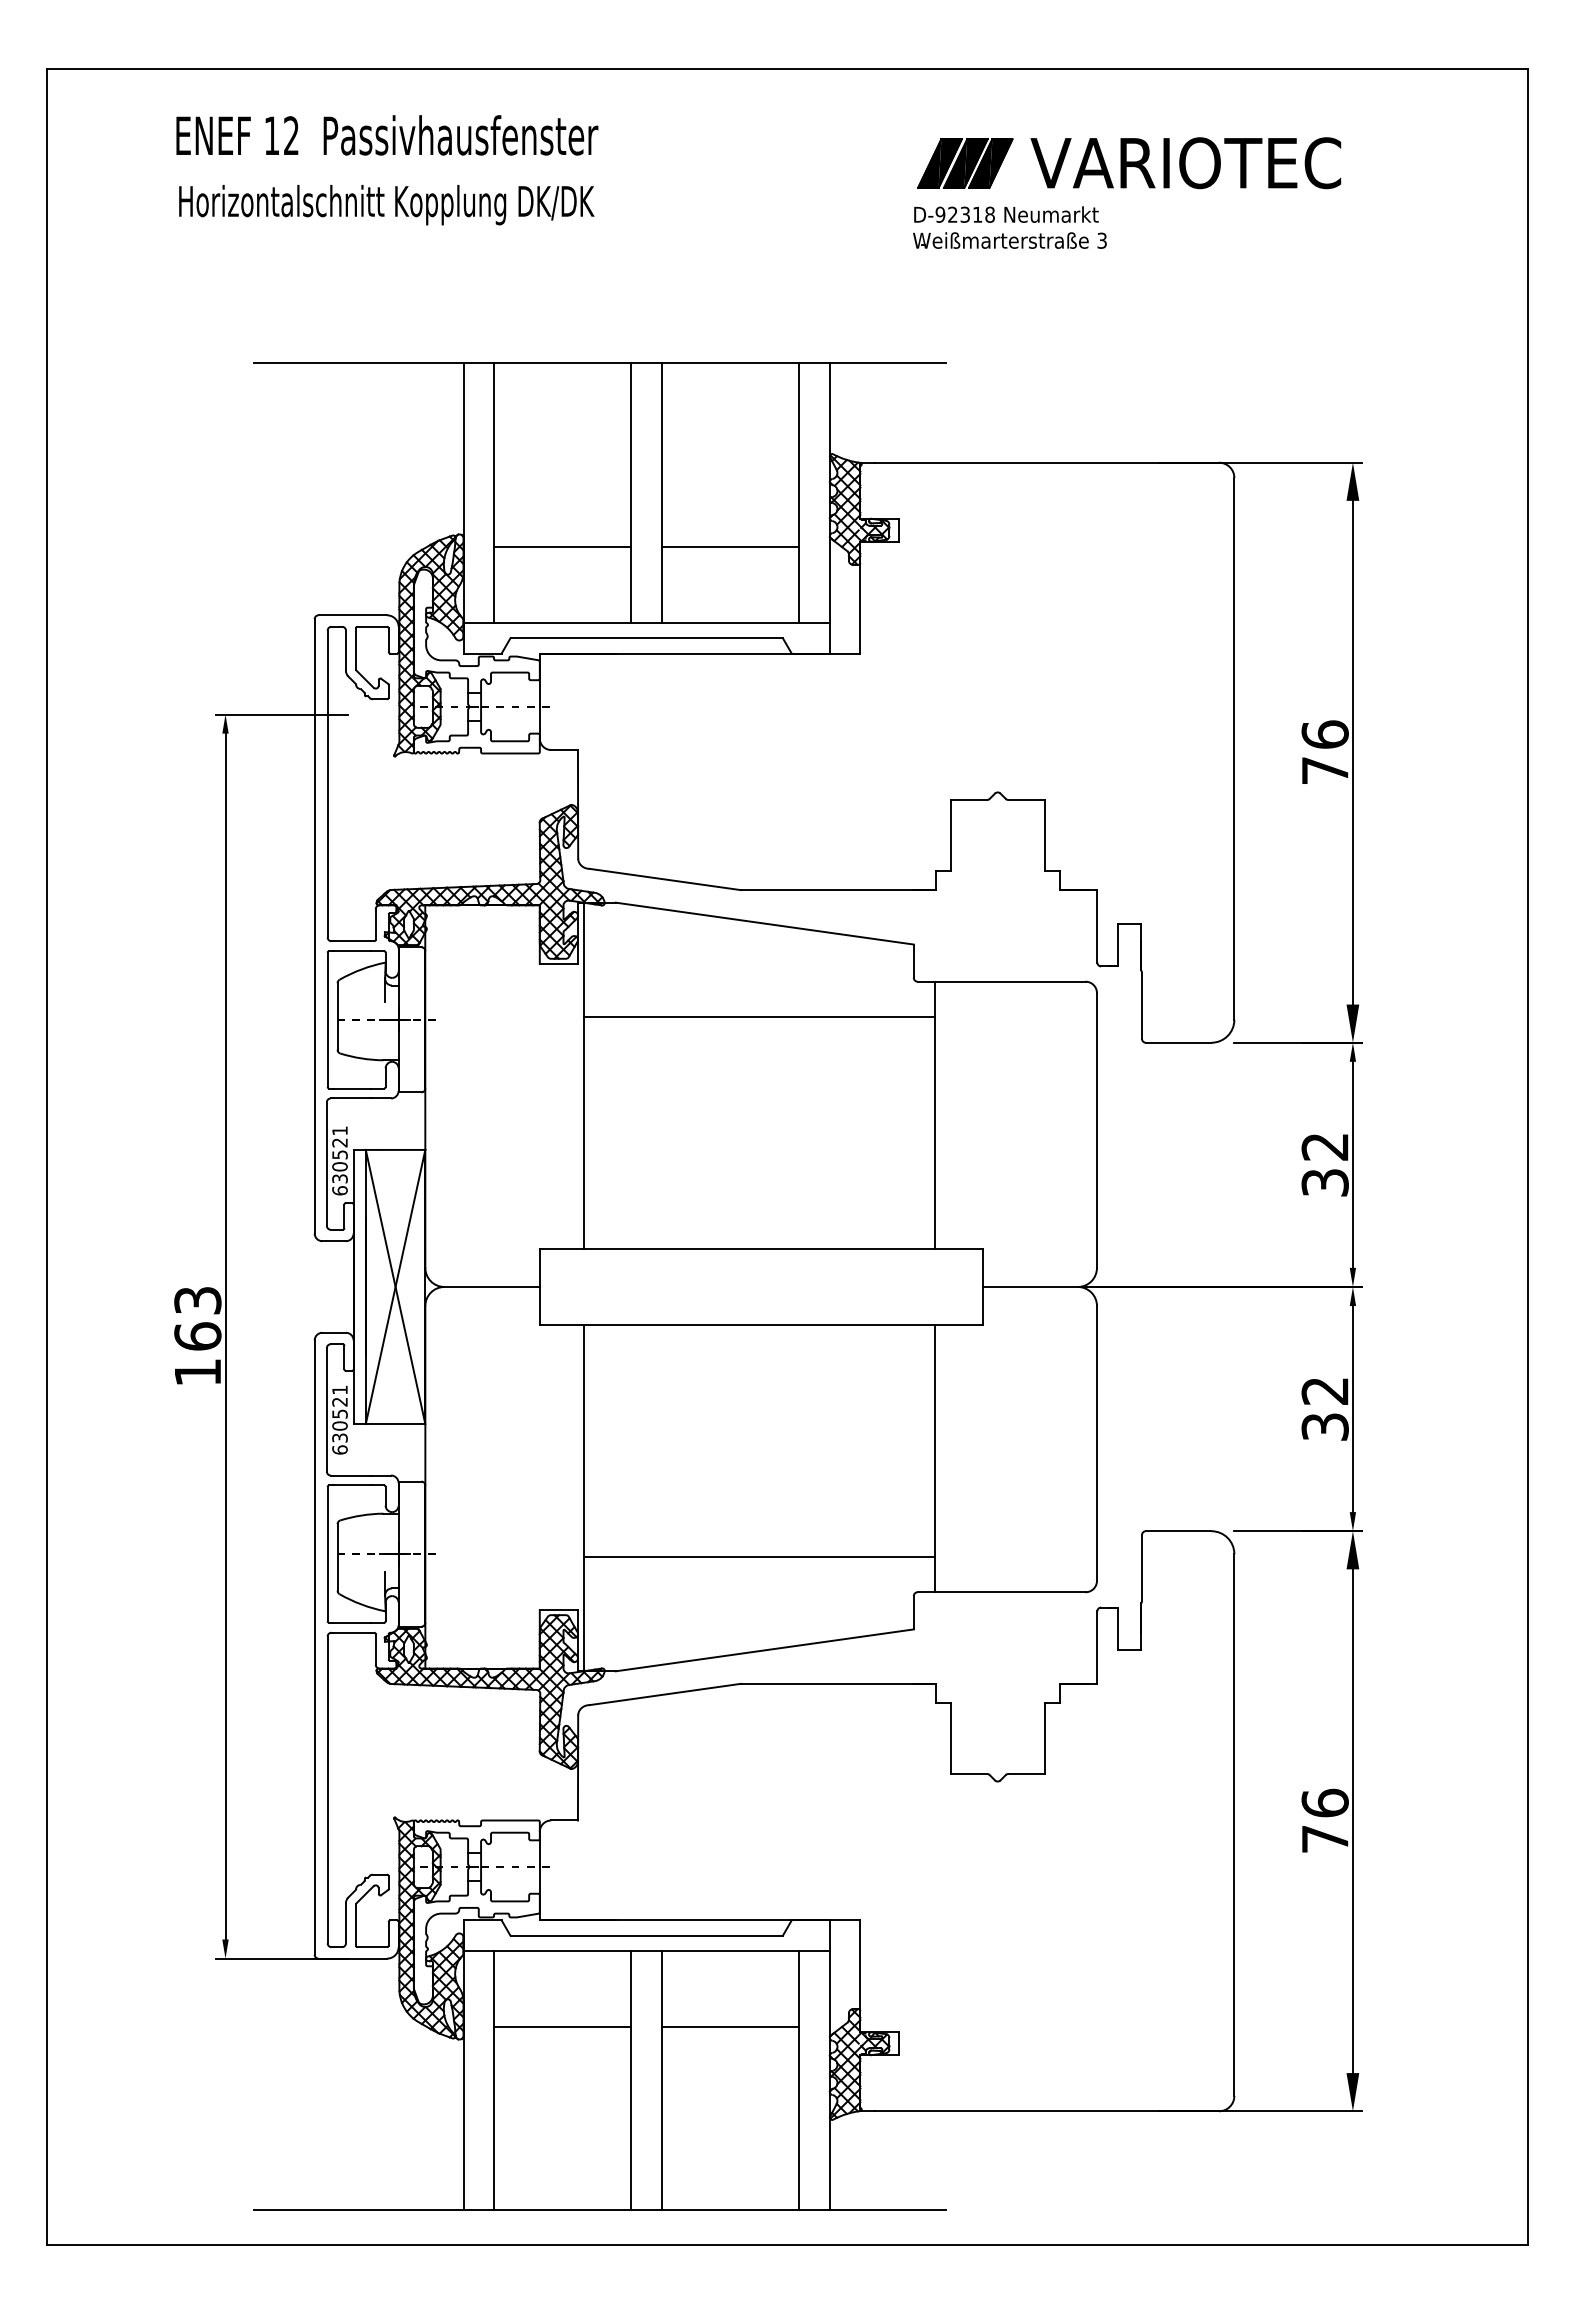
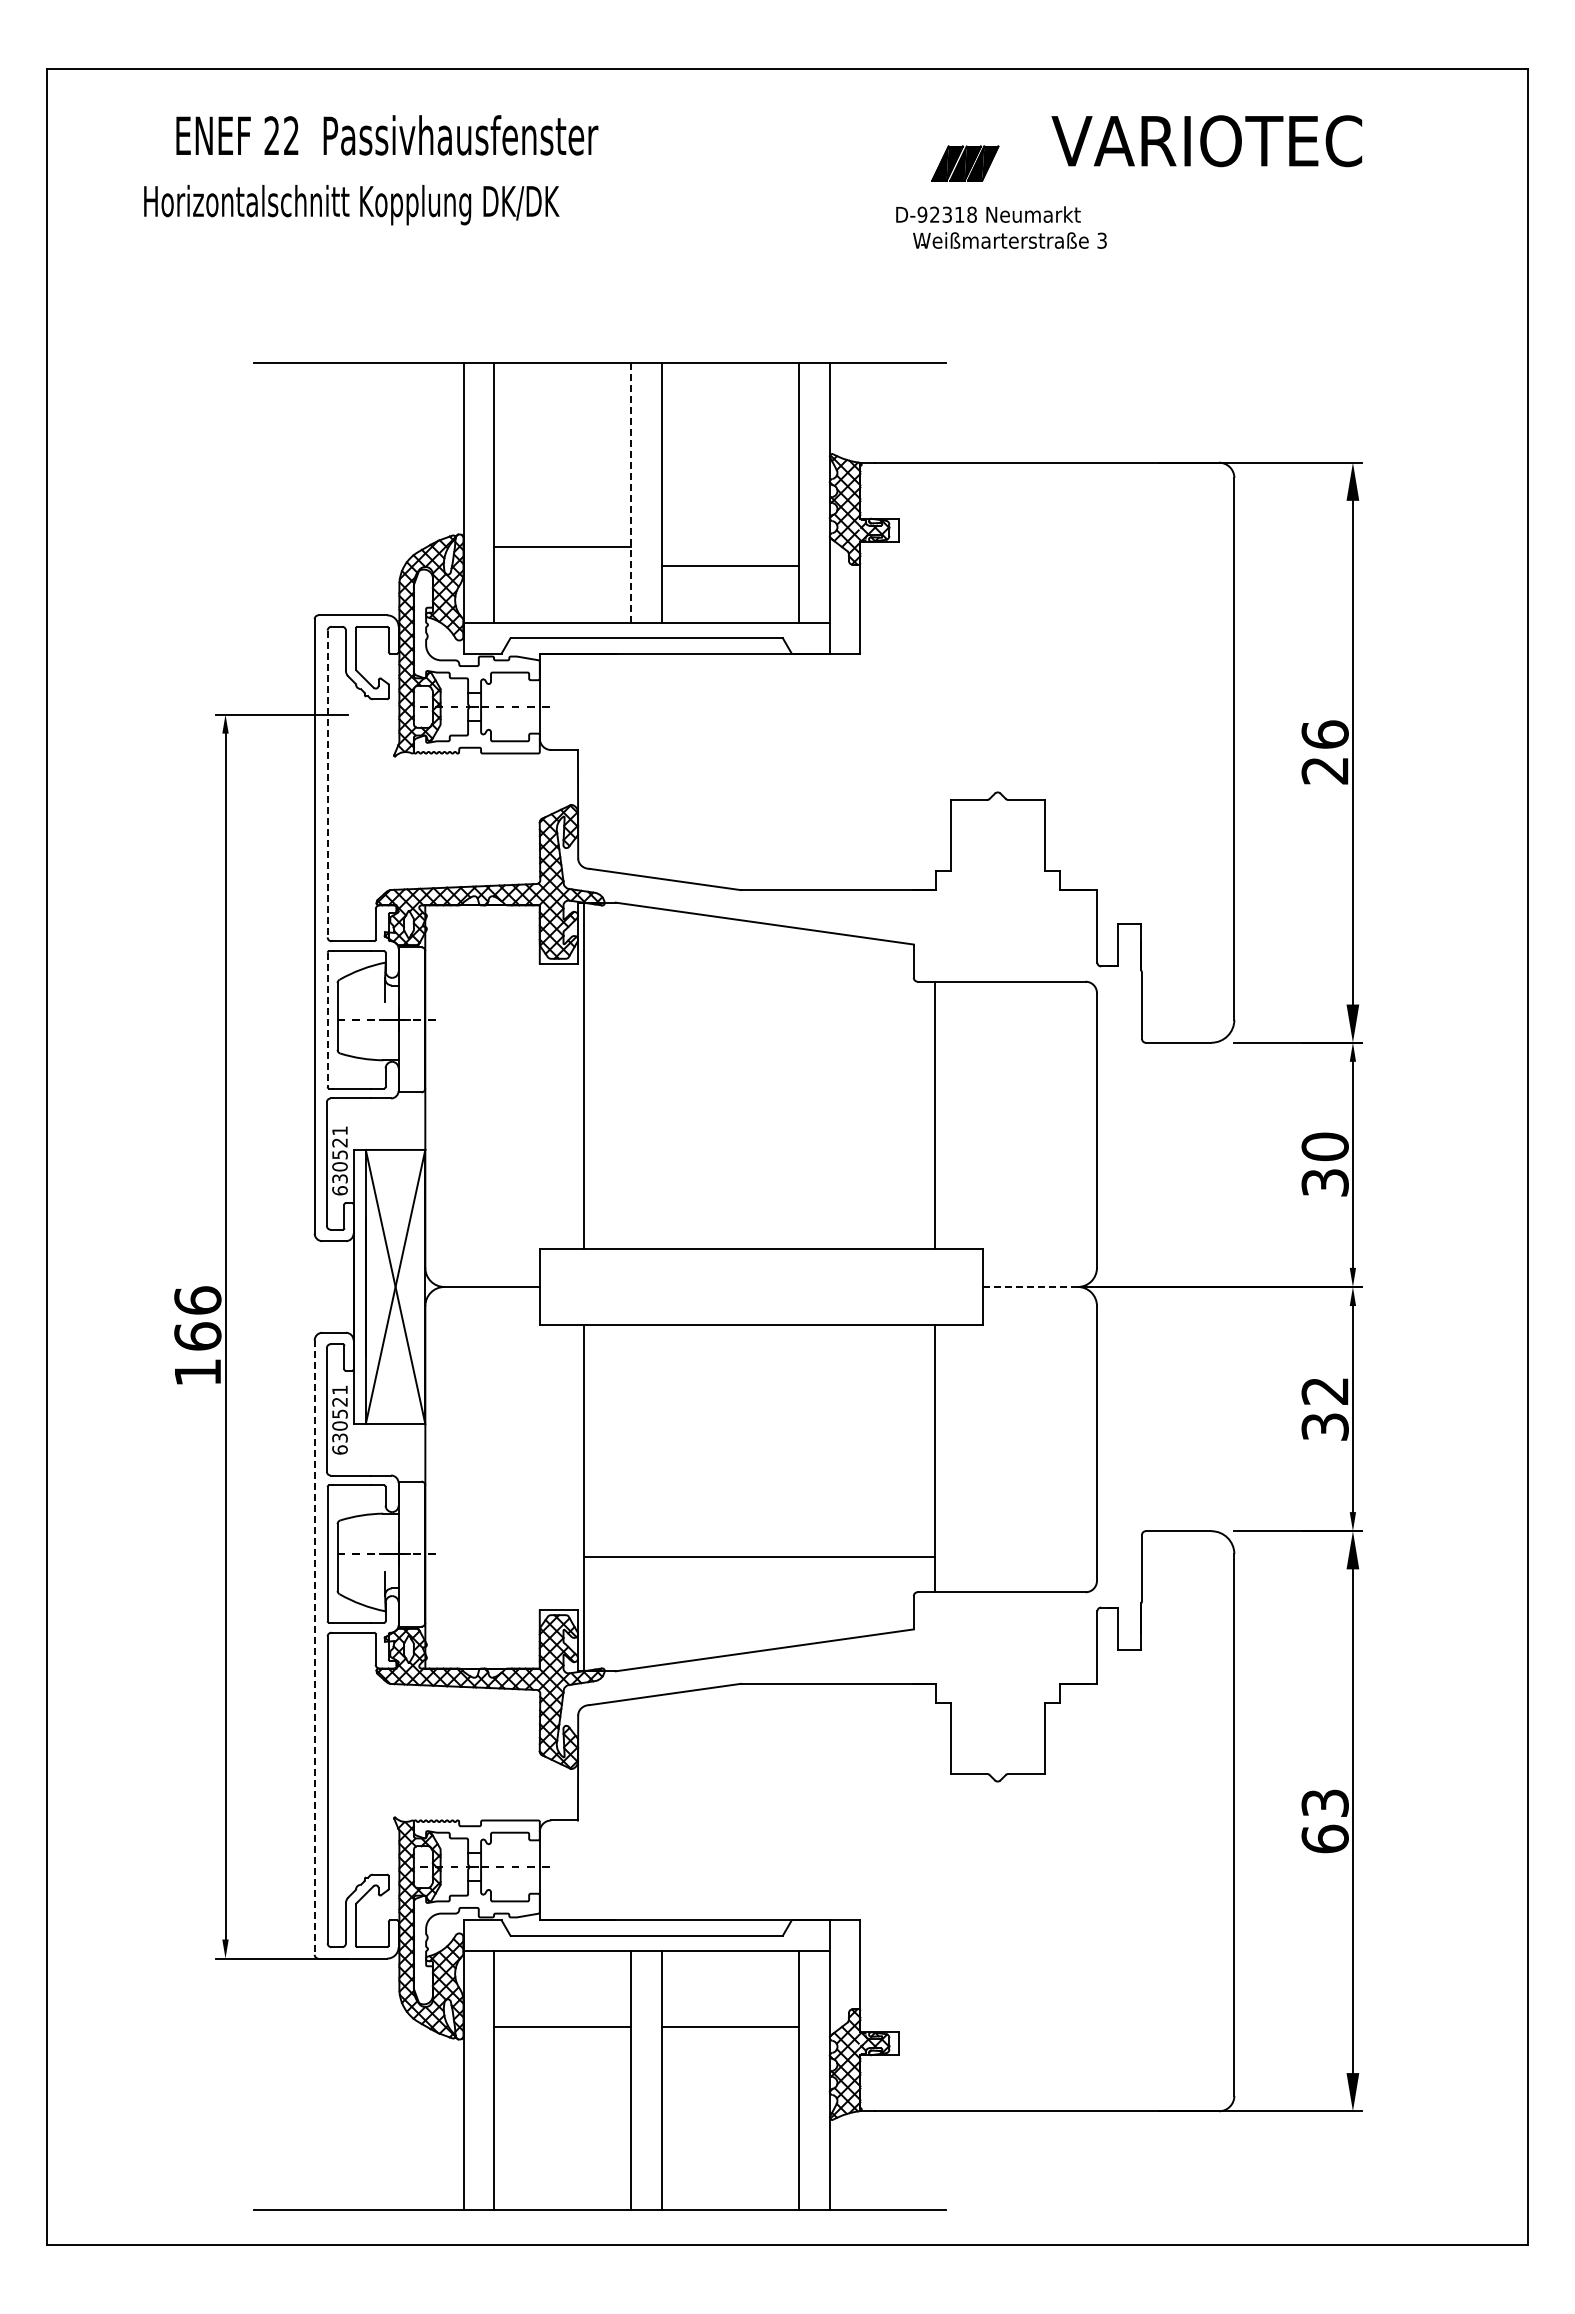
text at (271, 135): 12 -> 22
part at (965, 163) size: 97x51 px -> 69x37 px
text at (1185, 163) position: (1185, 163) -> (1206, 141)
text at (386, 205) position: (386, 205) -> (351, 205)
text at (1006, 214) position: (1006, 214) -> (988, 214)
line at (631, 493): solid -> dashed
line at (730, 546) position: (730, 546) -> (730, 565)
text at (1324, 770): 76 -> 26
line at (327, 784): solid -> dashed
line at (759, 1017): present -> none
line at (327, 1020): solid -> dashed
text at (1324, 1146): 32 -> 30
line at (1030, 1286): solid -> dashed
text at (197, 1300): 163 -> 166
line at (314, 1648): solid -> dashed
text at (1324, 1820): 76 -> 63
